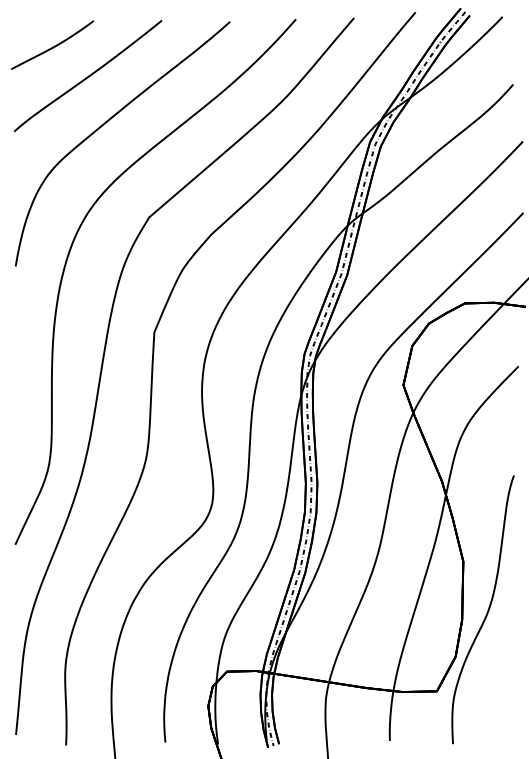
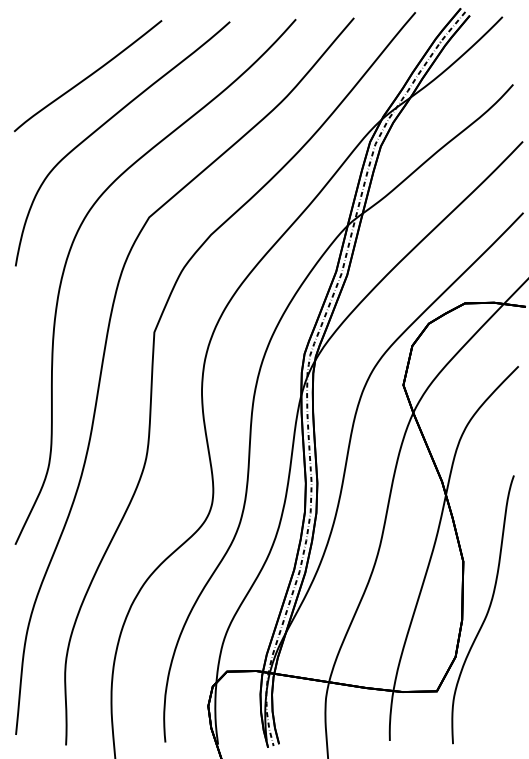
curve at (52, 46): present -> none
